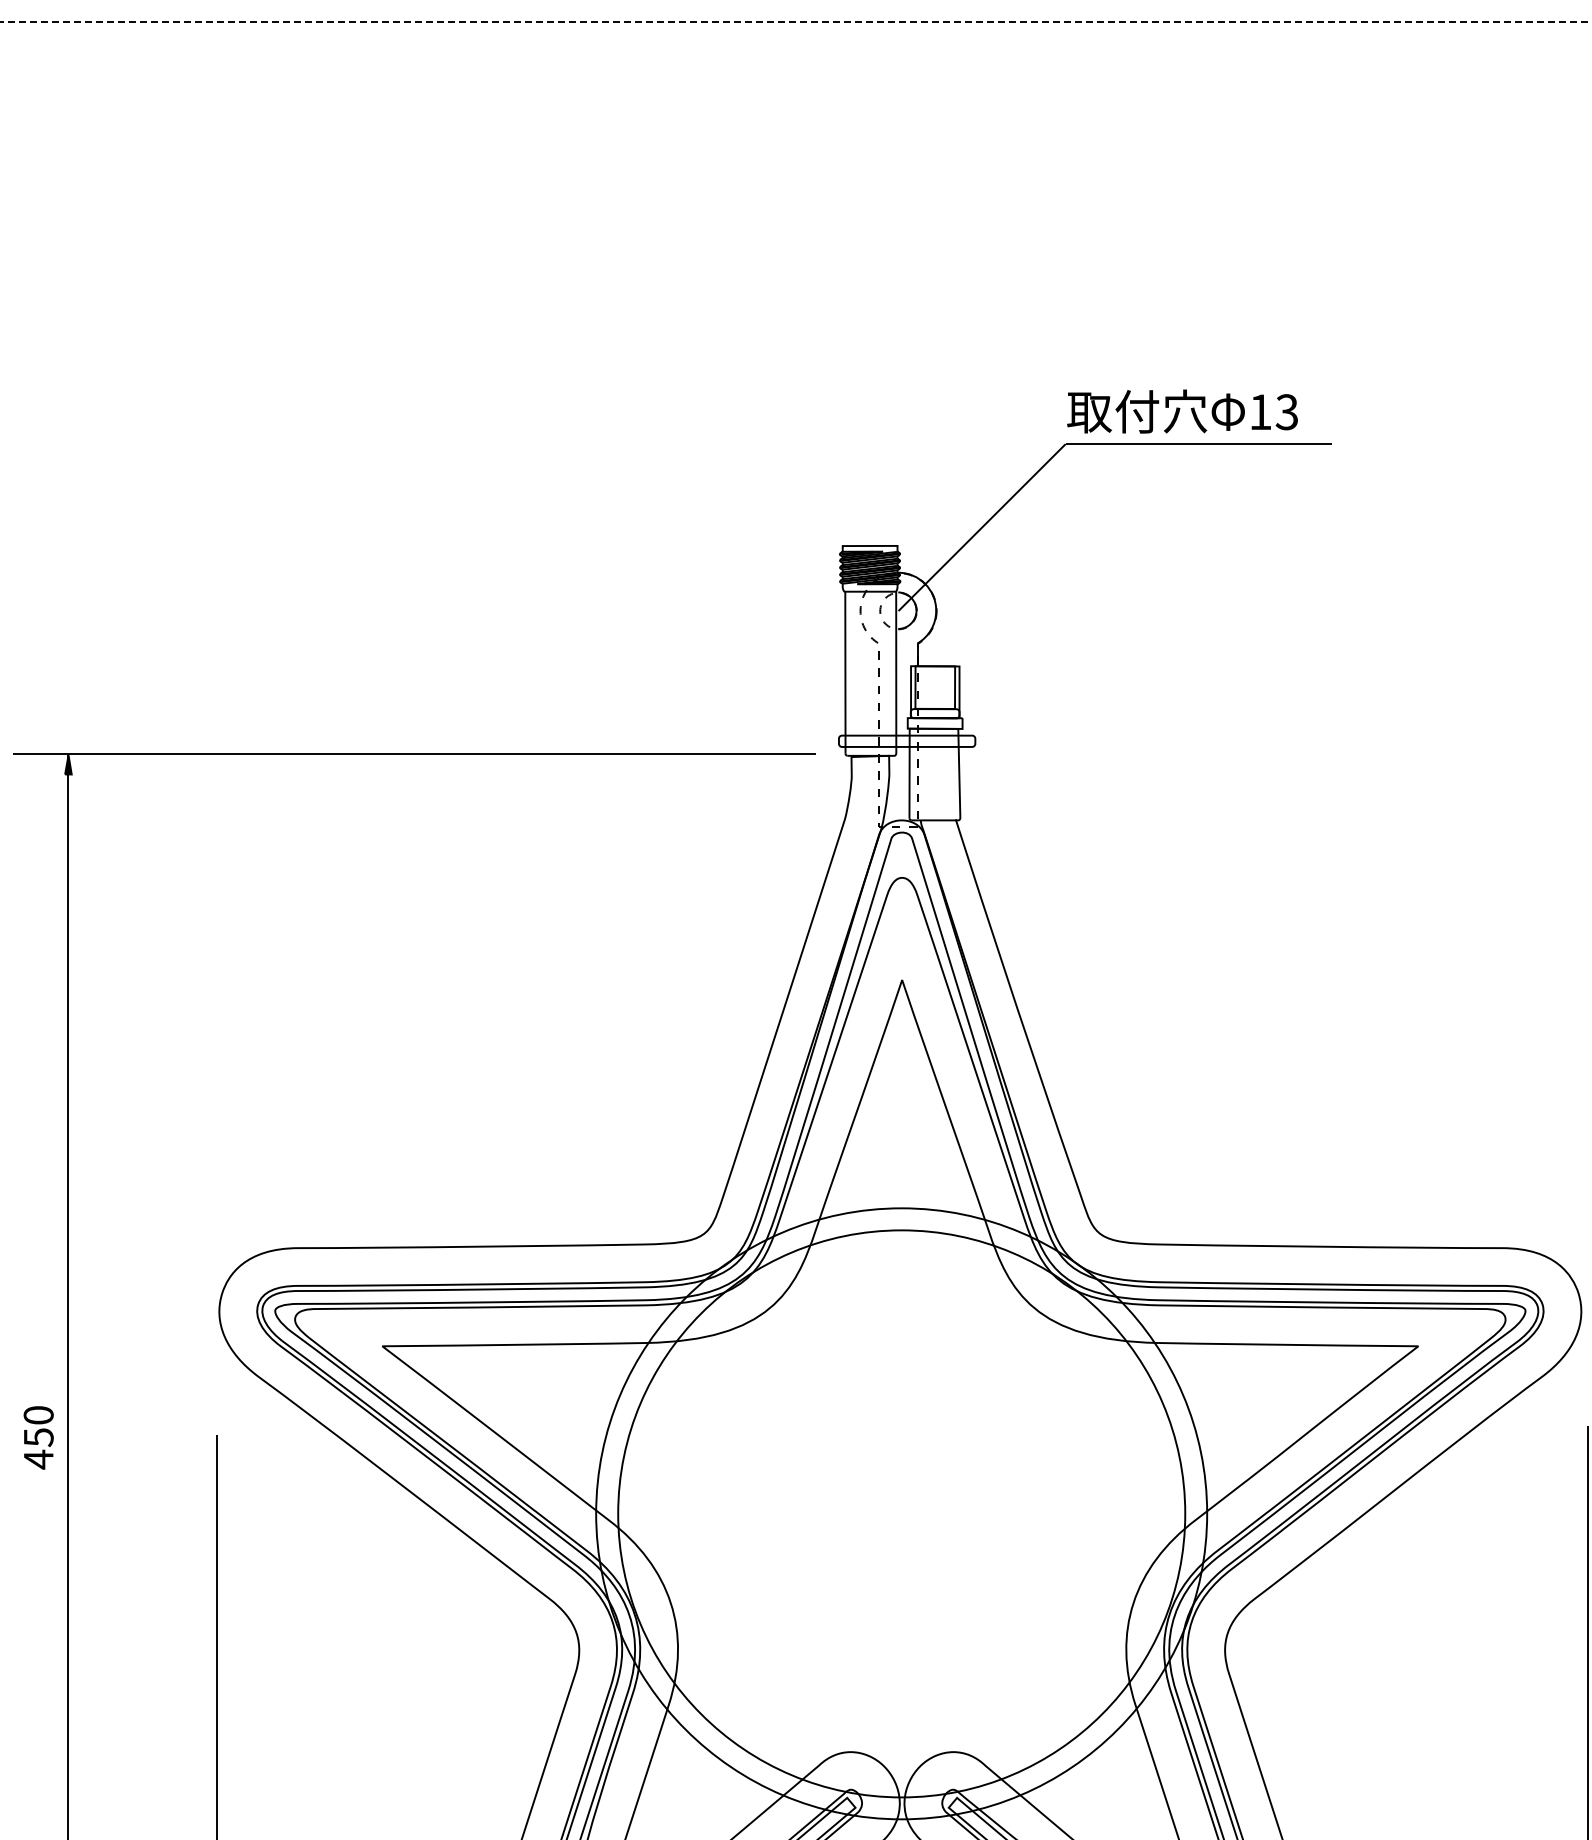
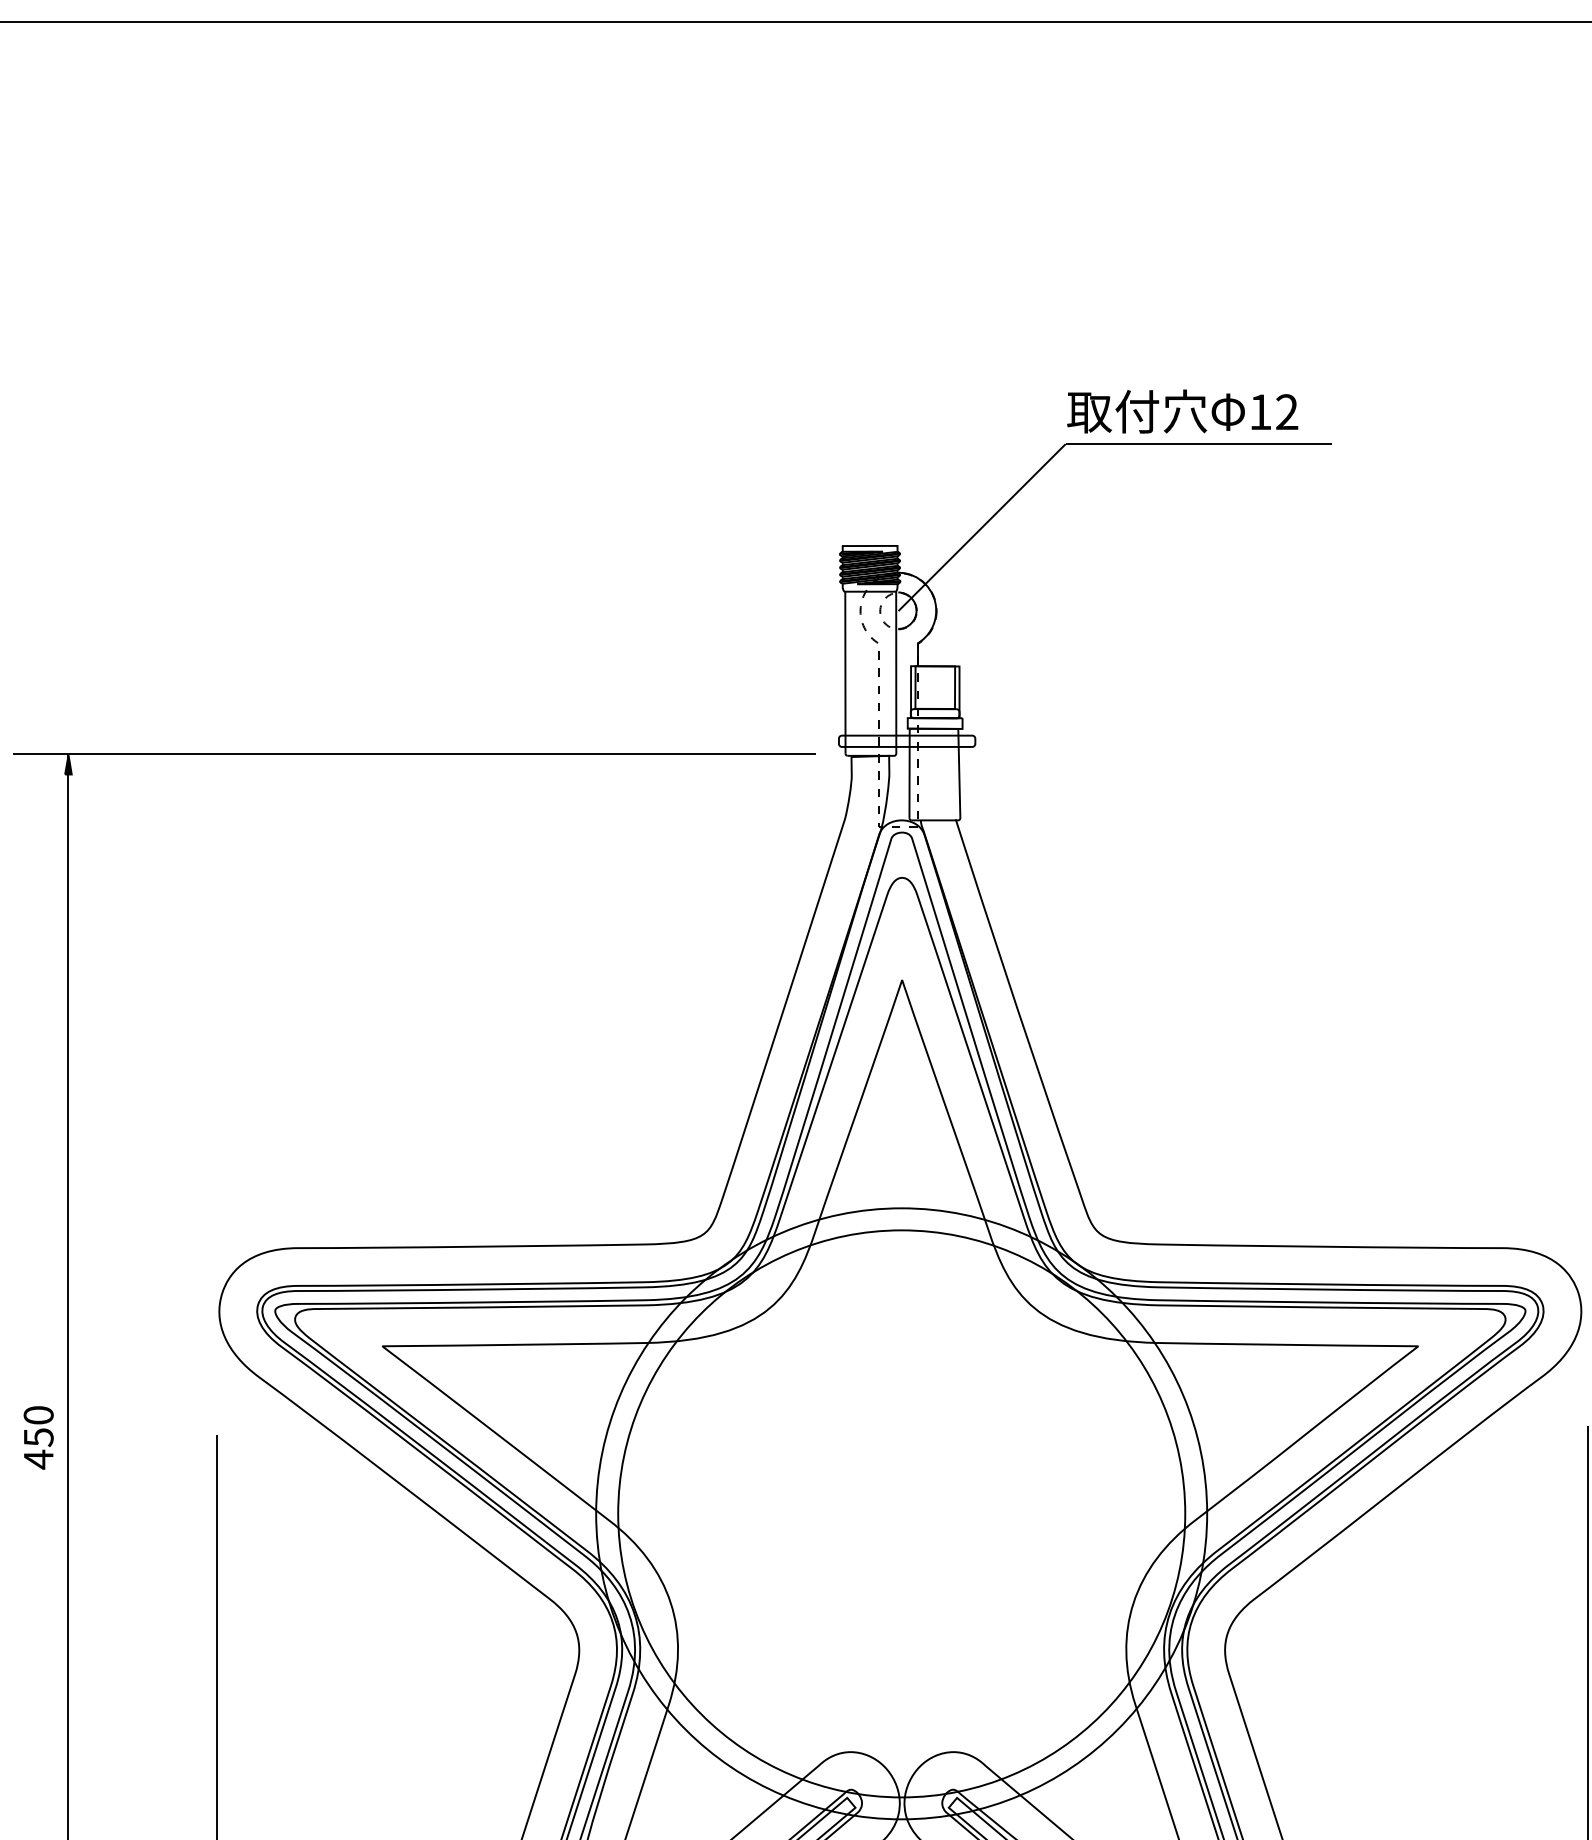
line at (796, 22): dashed -> solid
text at (1286, 412): 13 -> 12
